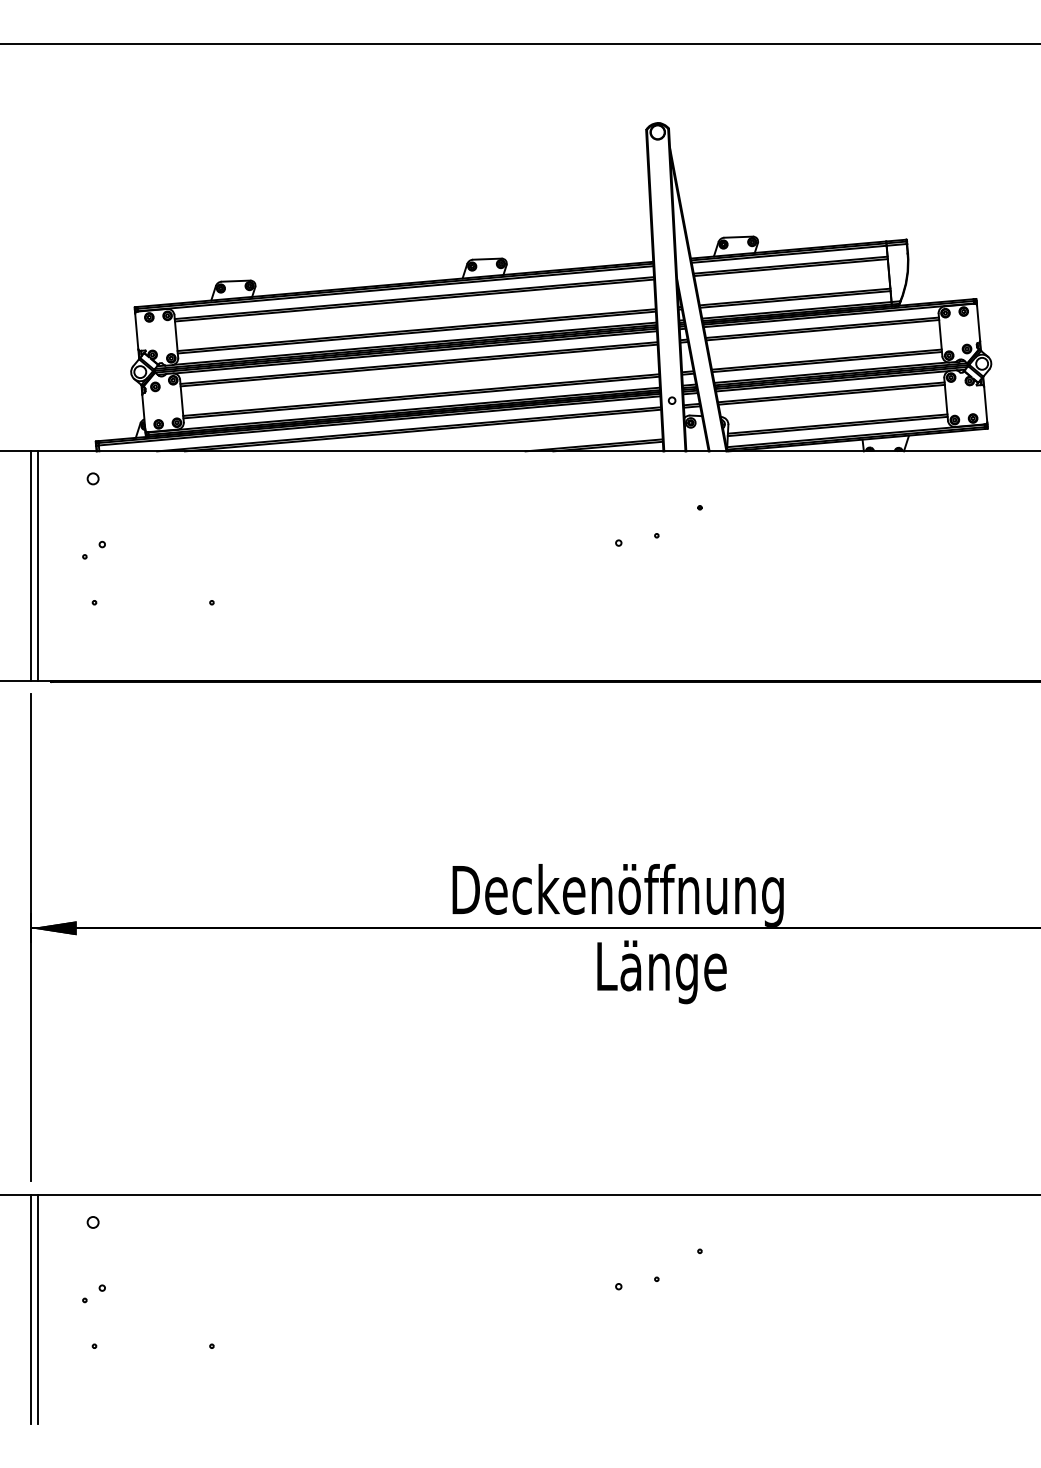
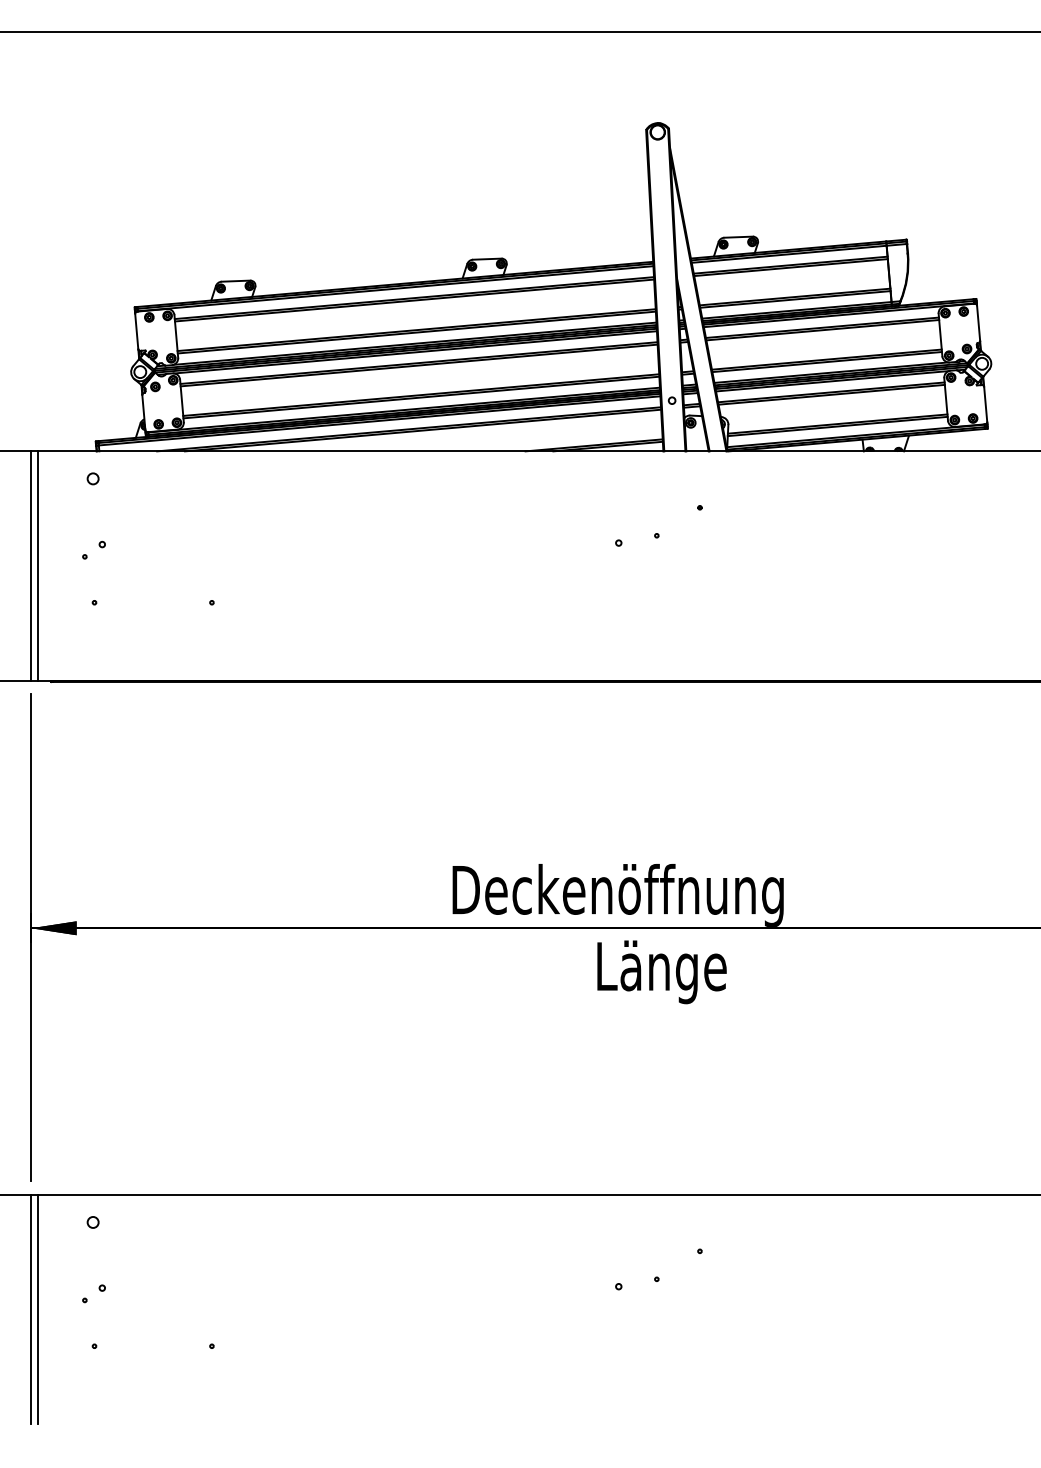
line at (519, 44) position: (519, 44) -> (519, 32)
